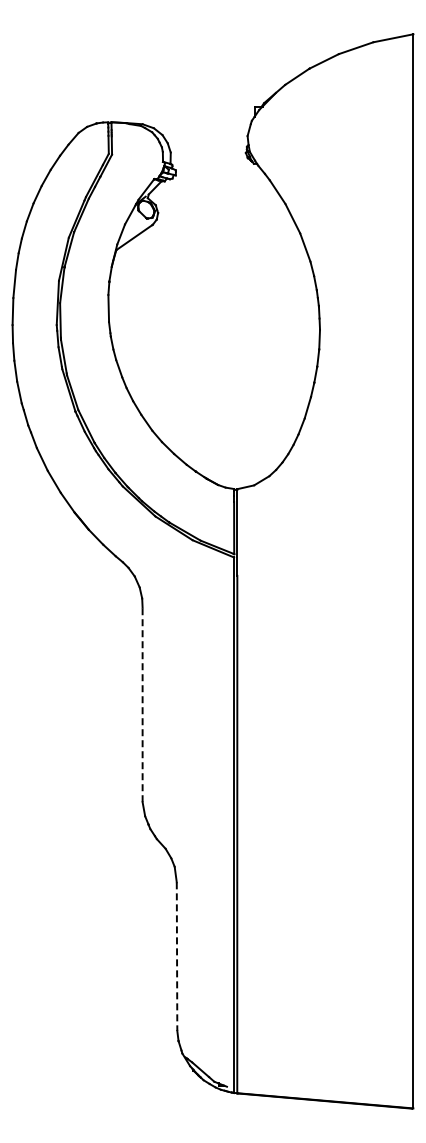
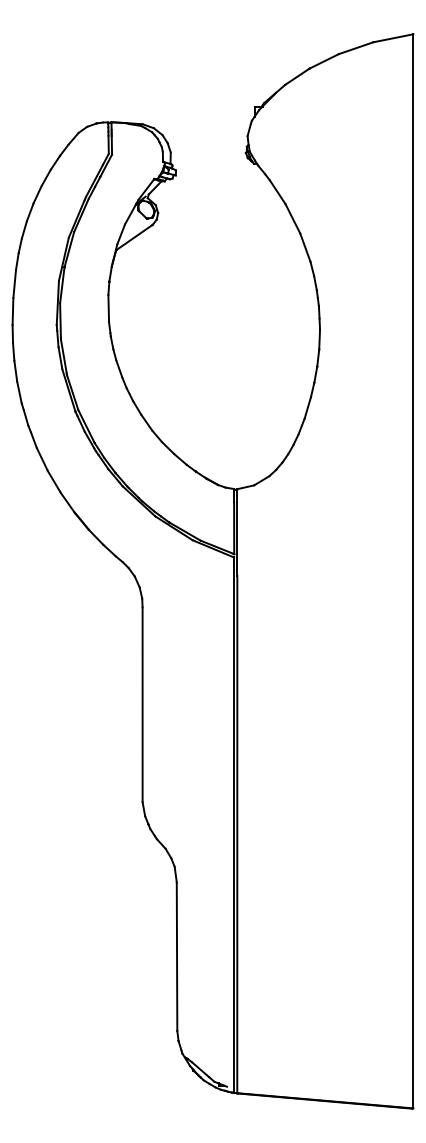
line at (142, 704): dashed -> solid
line at (177, 957): dashed -> solid
